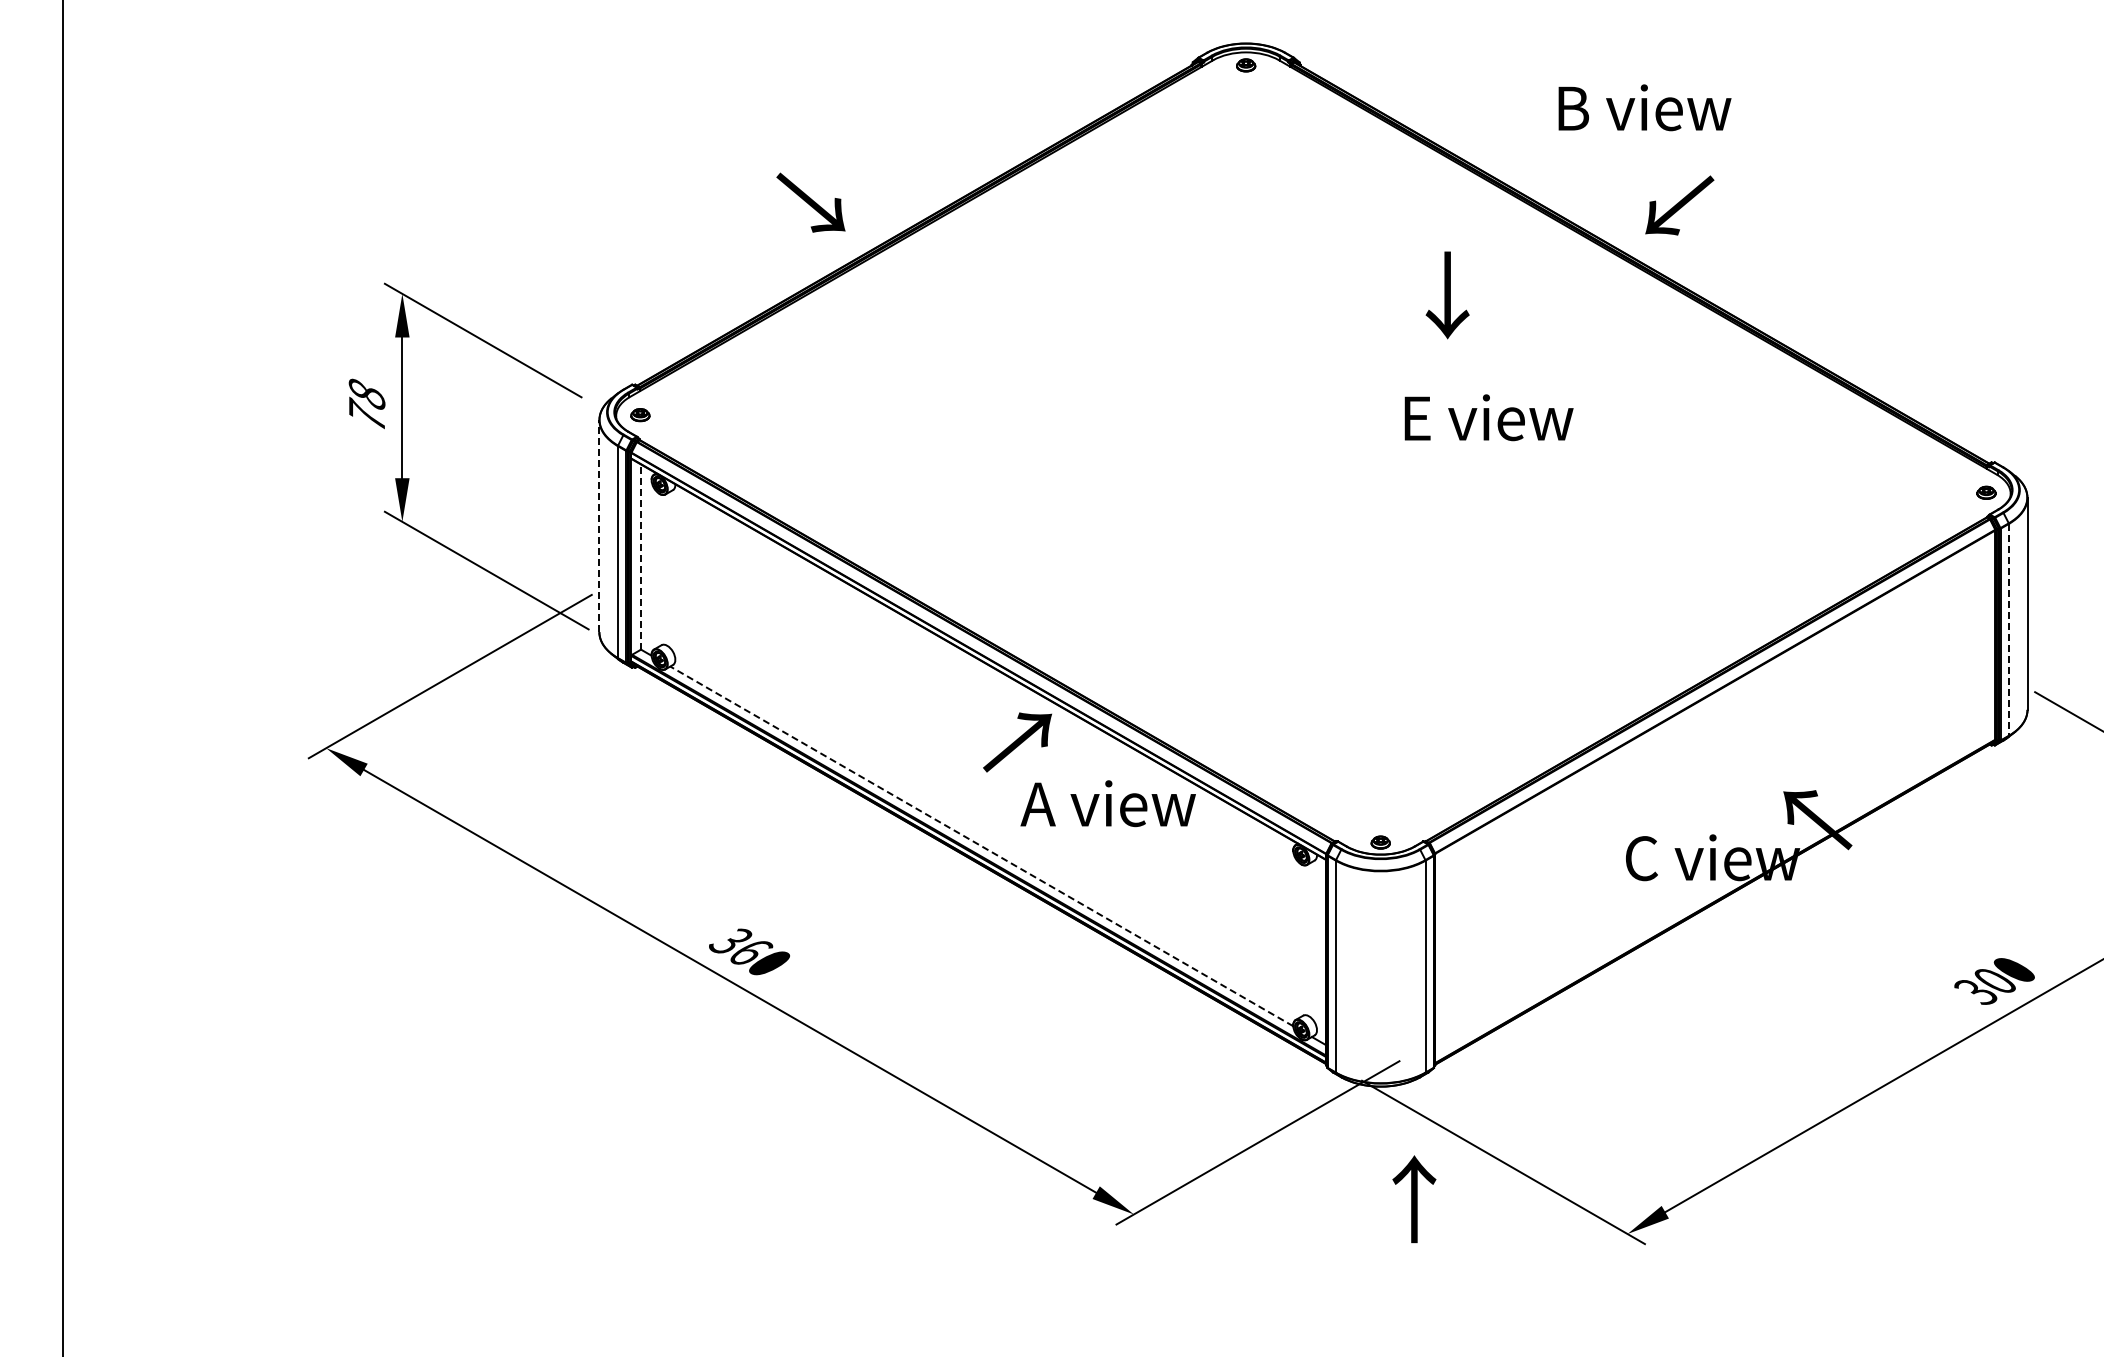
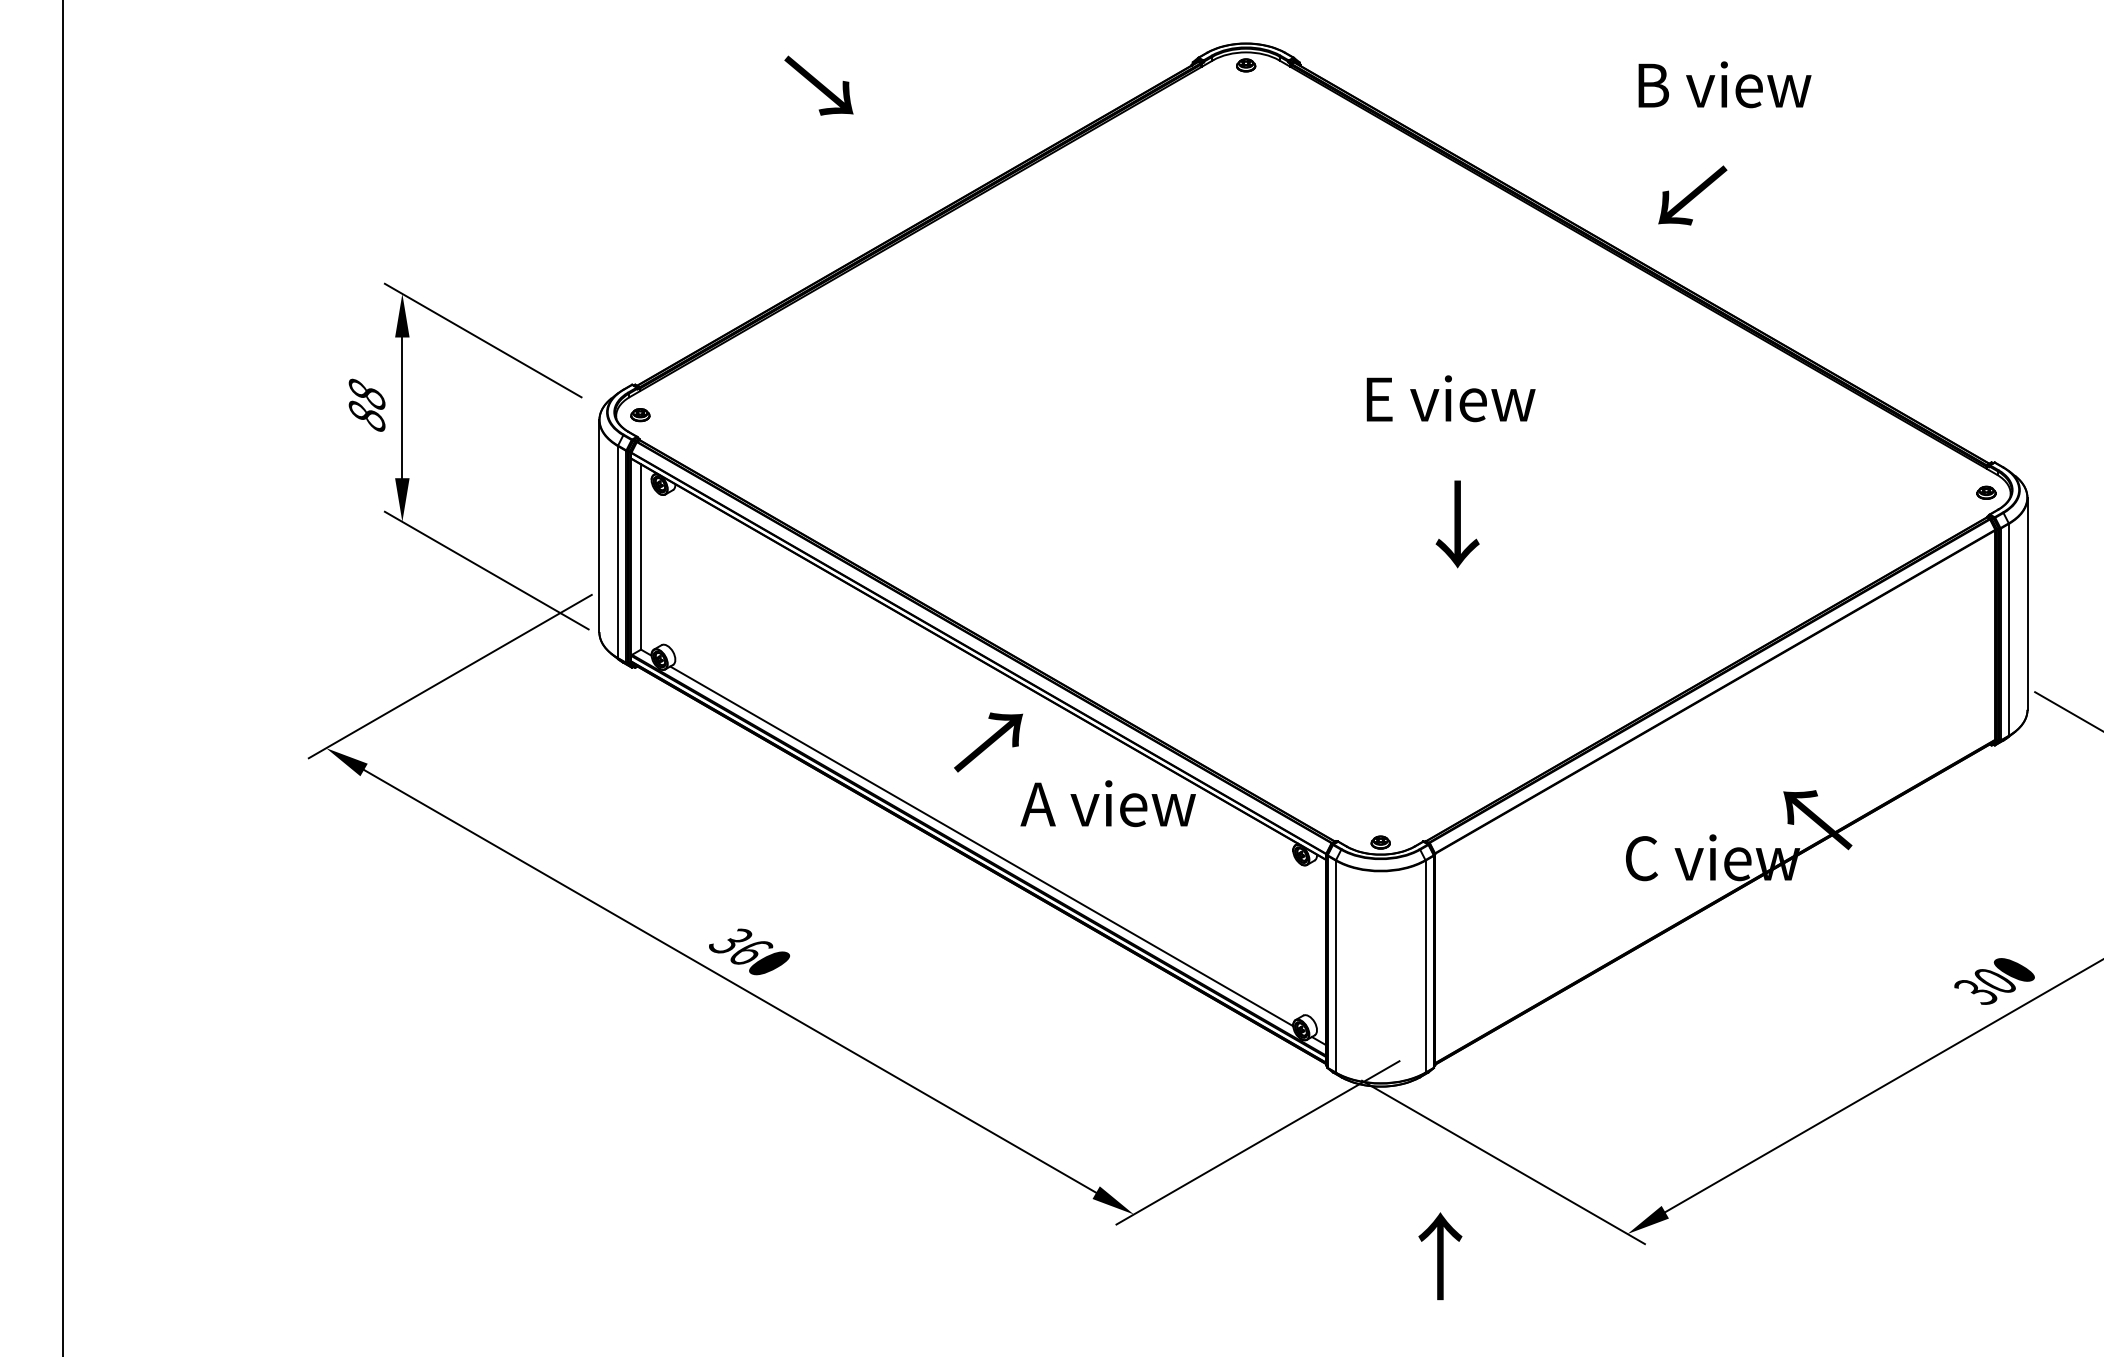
text at (1644, 107) position: (1644, 107) -> (1724, 84)
text at (810, 202) position: (810, 202) -> (818, 85)
text at (1679, 205) position: (1679, 205) -> (1692, 195)
text at (1447, 295) position: (1447, 295) -> (1457, 524)
text at (366, 413): 78 -> 88
text at (1488, 417) position: (1488, 417) -> (1450, 398)
line at (599, 526): dashed -> solid
line at (640, 557): dashed -> solid
line at (2008, 629): dashed -> solid
text at (1017, 742) position: (1017, 742) -> (988, 742)
line at (981, 846): dashed -> solid
text at (1414, 1199) position: (1414, 1199) -> (1440, 1256)
